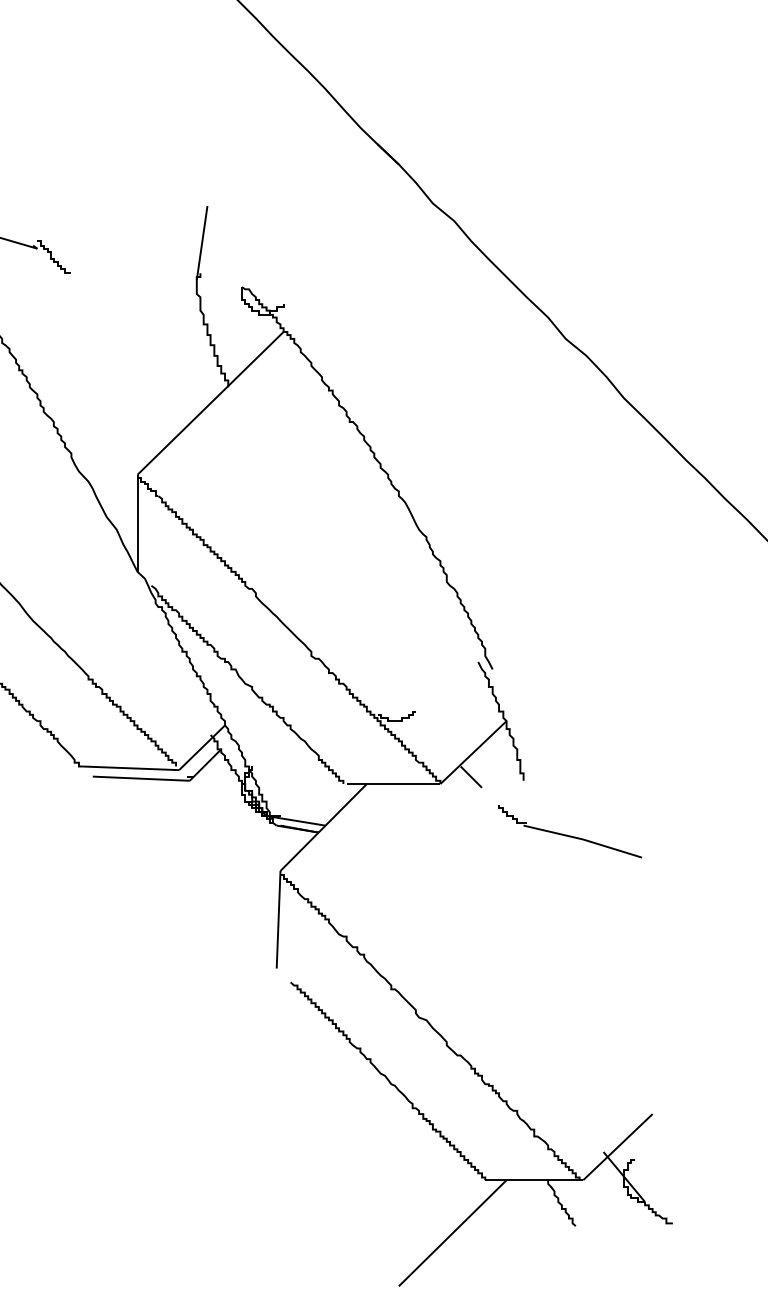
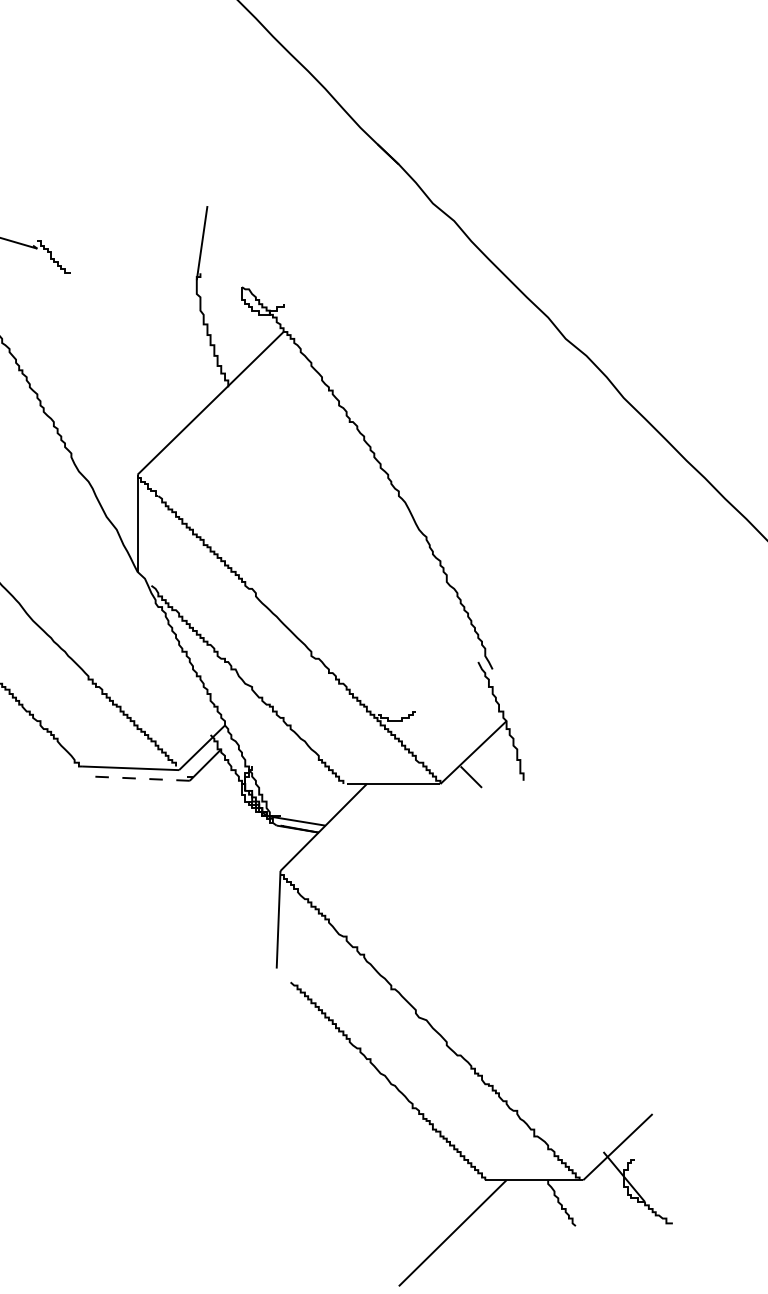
line at (141, 778): solid -> dashed
part at (569, 831): present -> none
